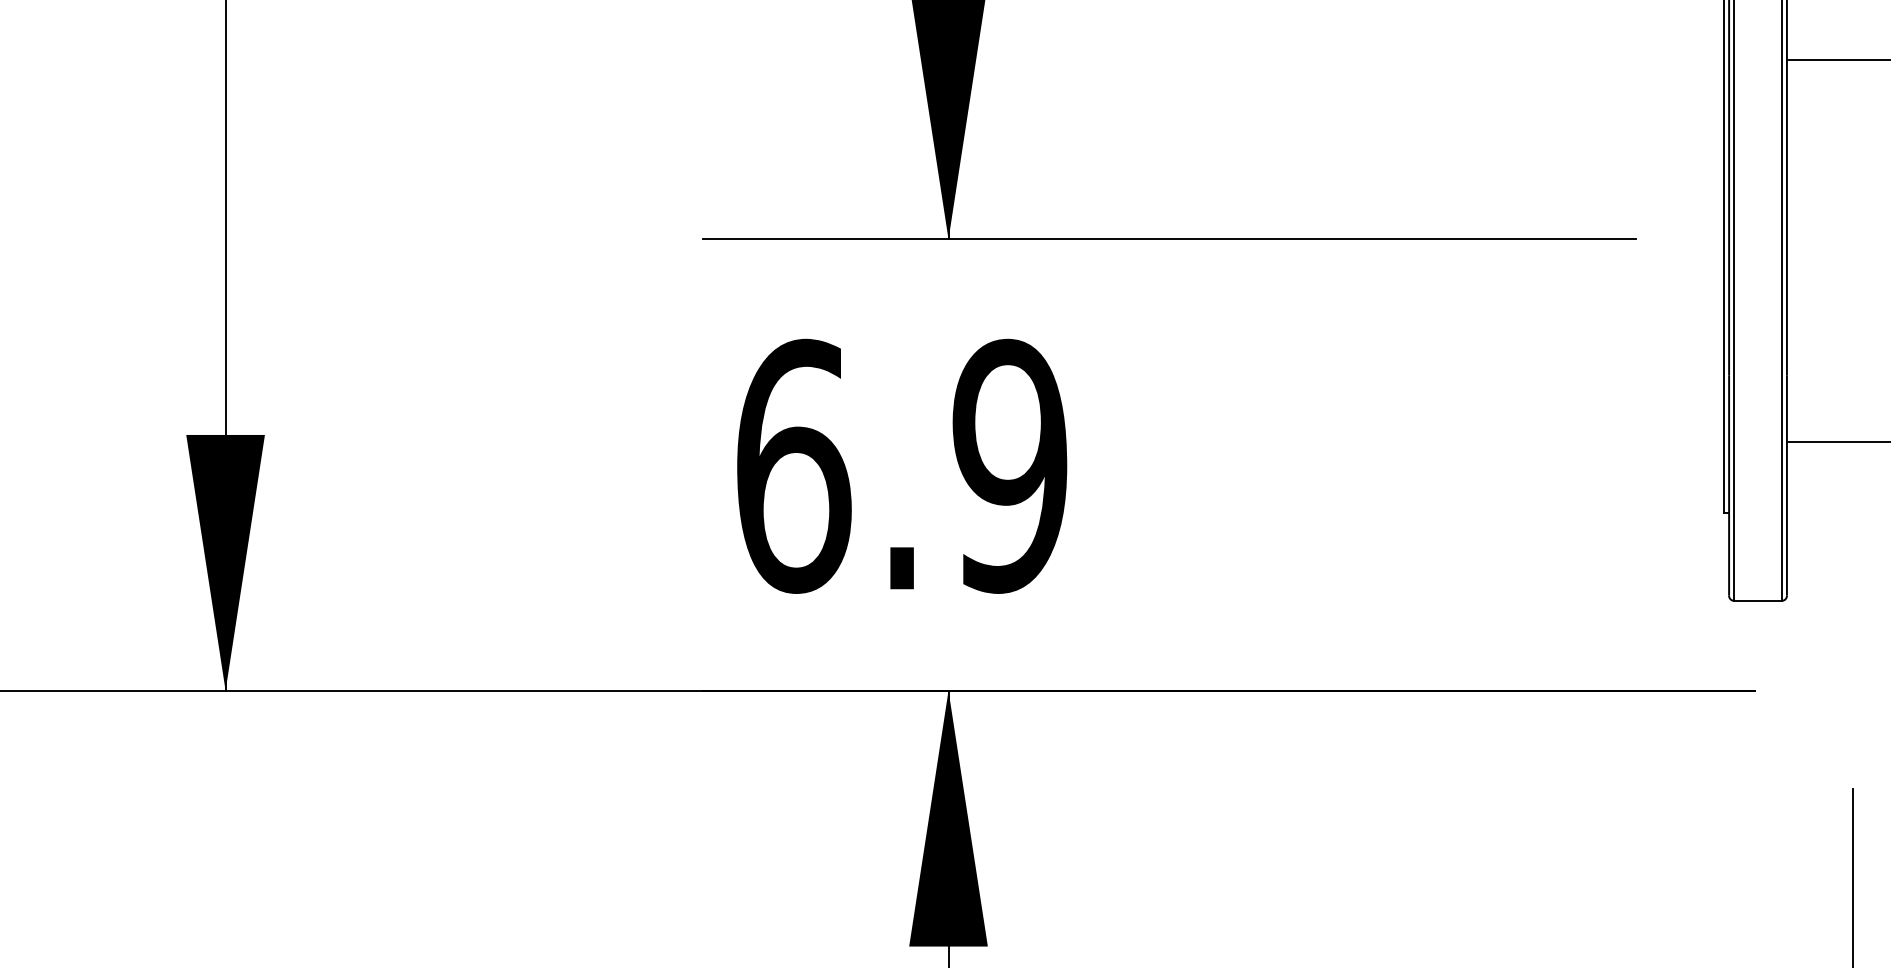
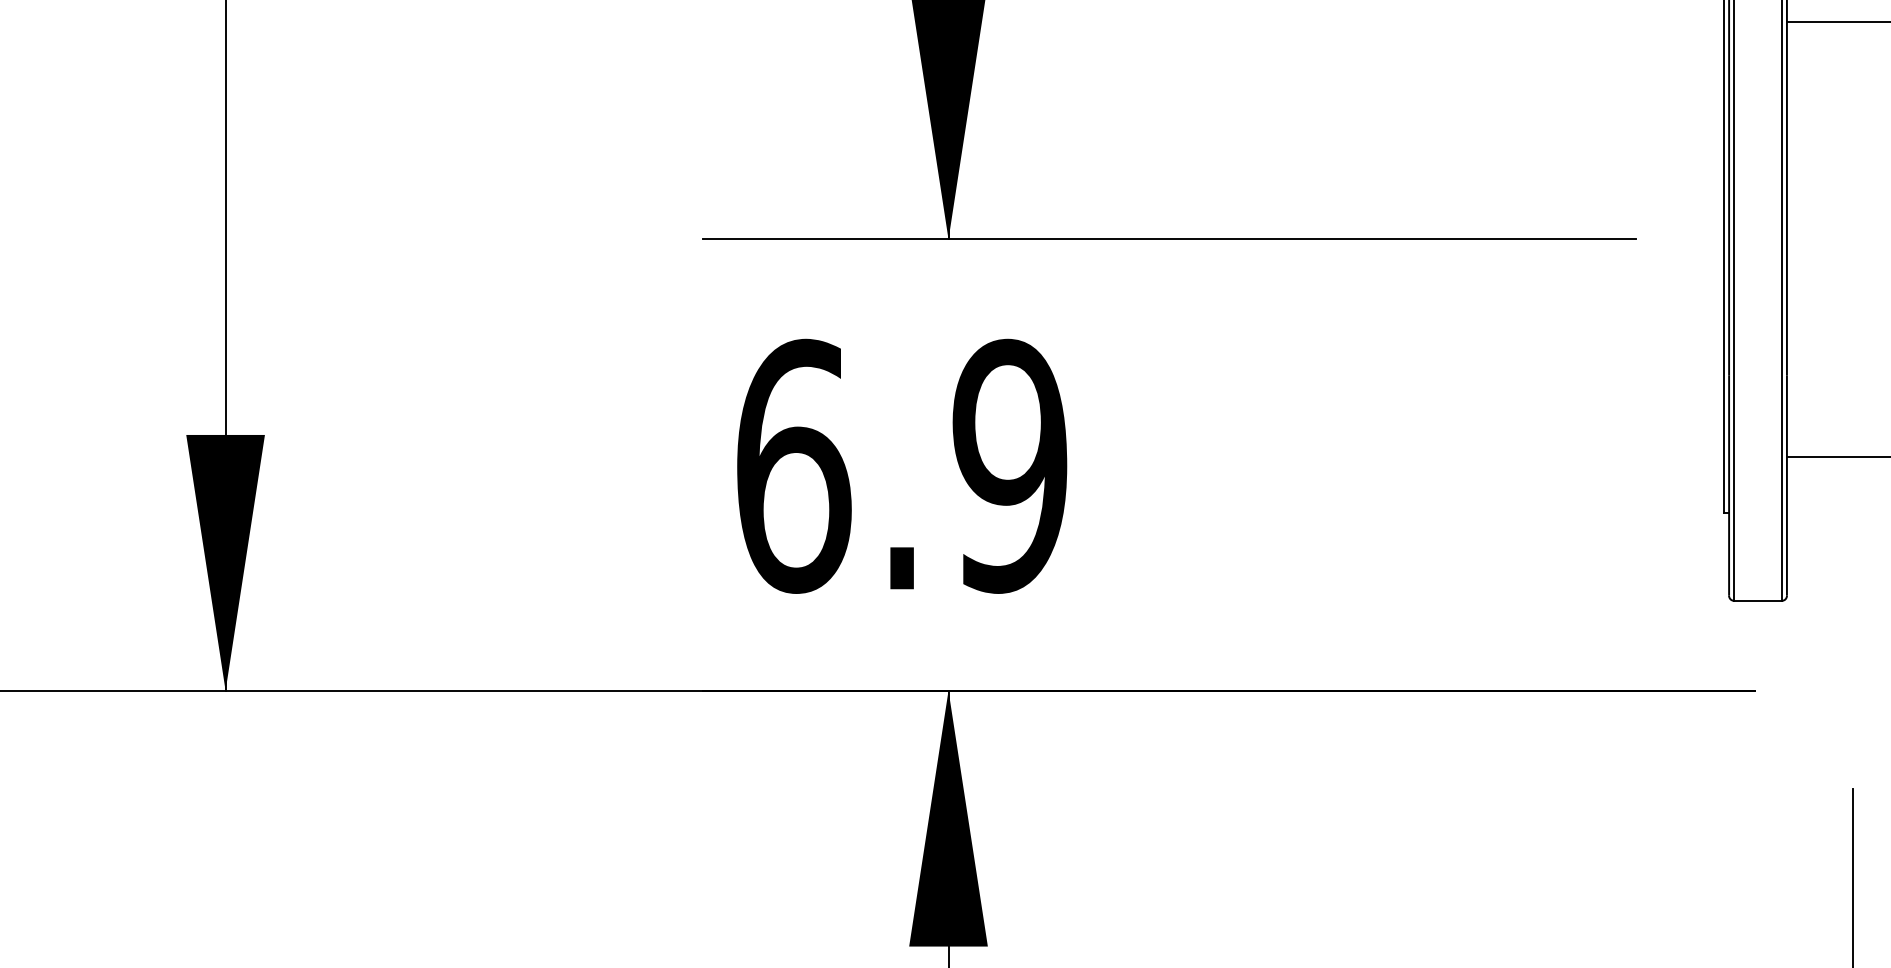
line at (1836, 60) position: (1836, 60) -> (1836, 22)
line at (1836, 441) position: (1836, 441) -> (1836, 456)
